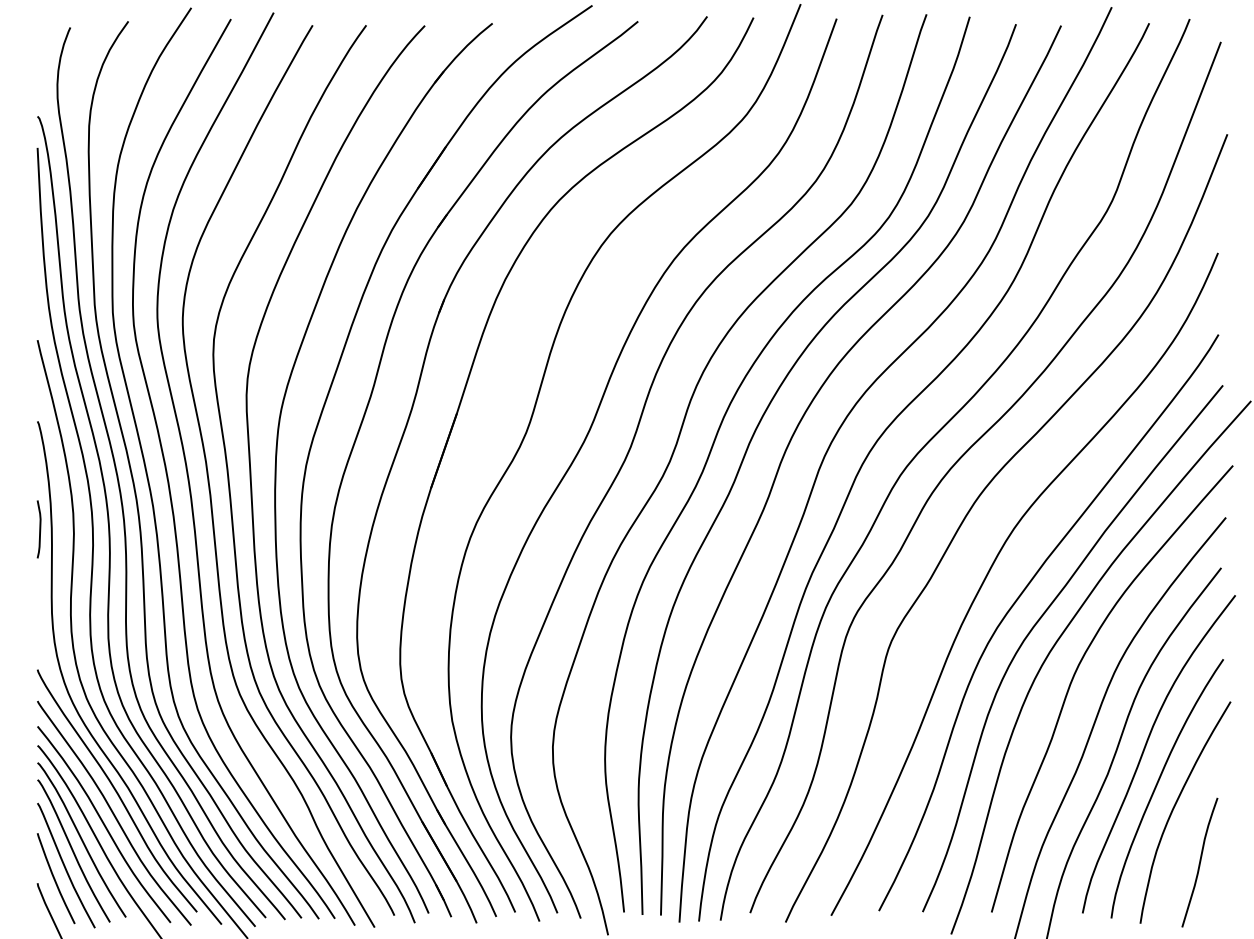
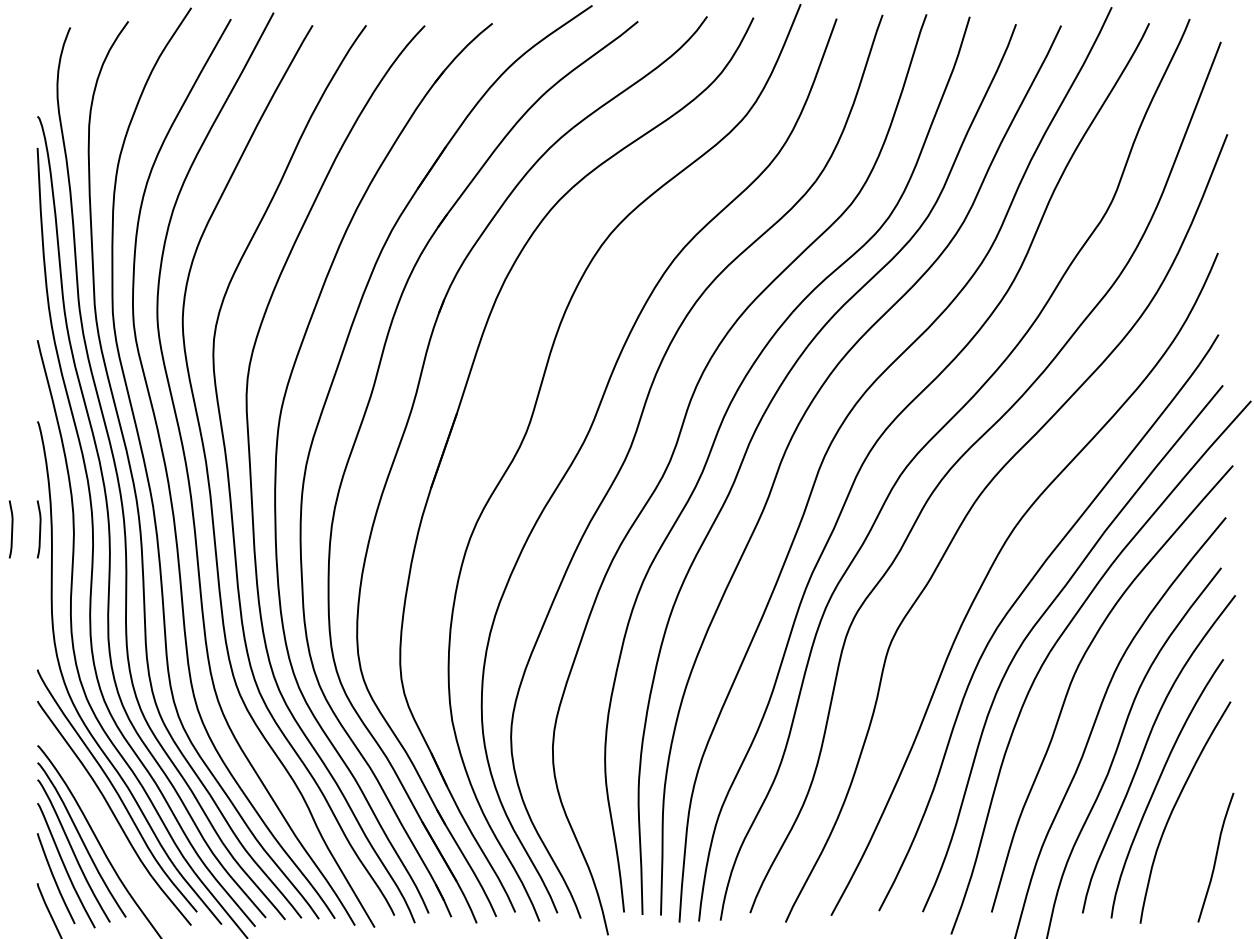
curve at (11, 529): none -> present
curve at (104, 824): present -> none
curve at (1199, 862) position: (1199, 862) -> (1215, 857)
